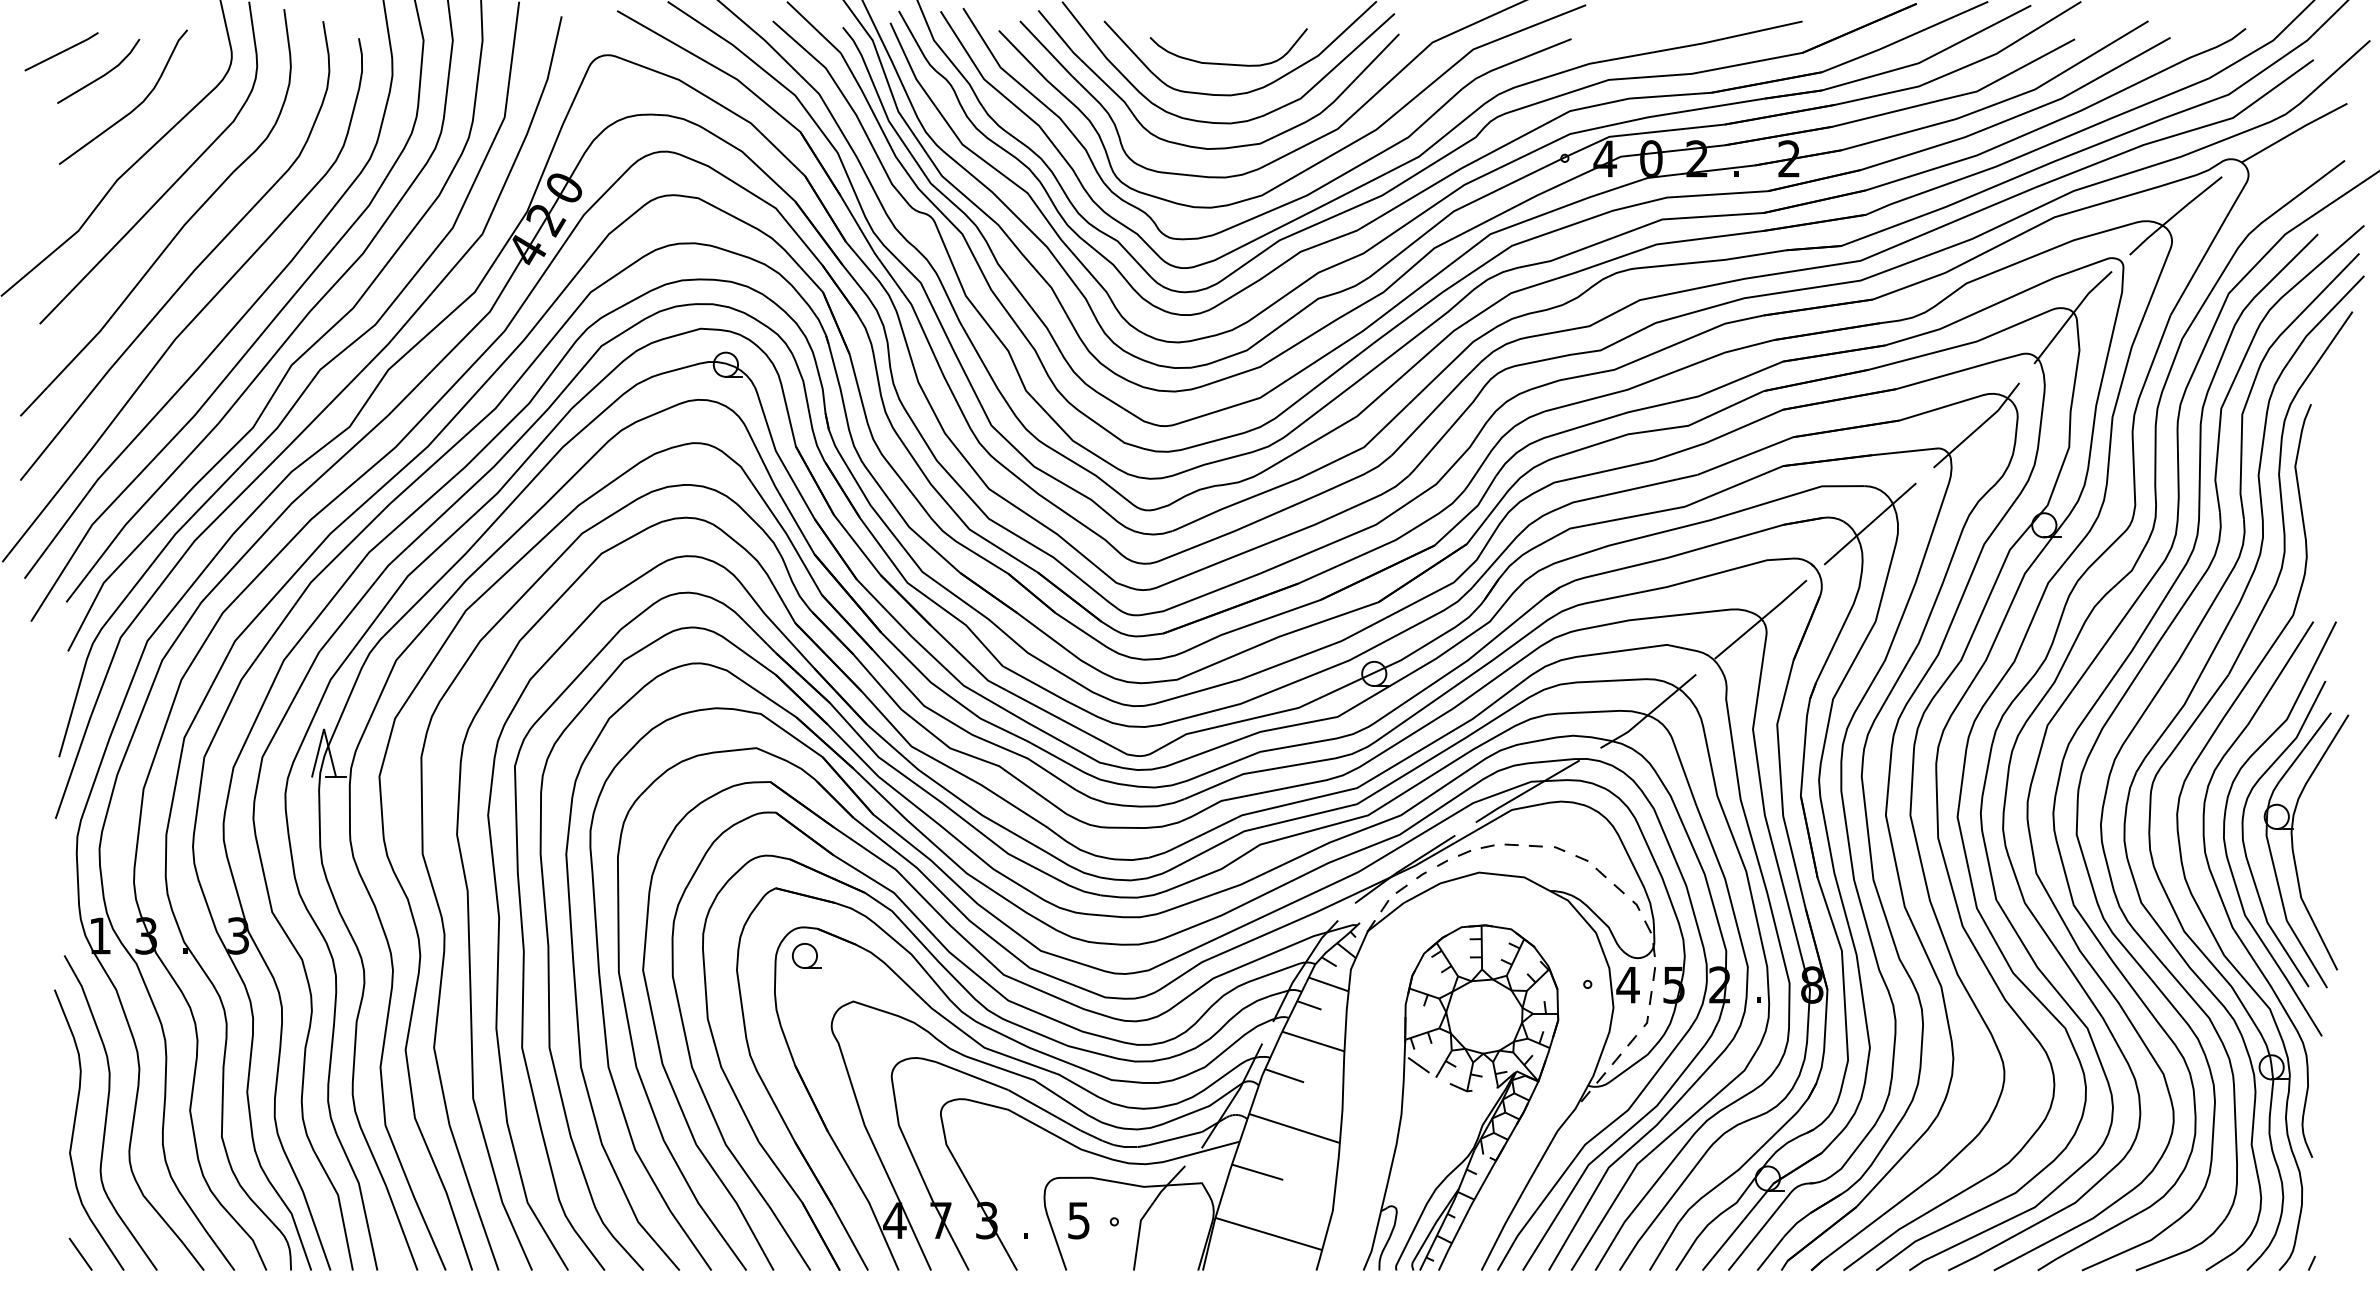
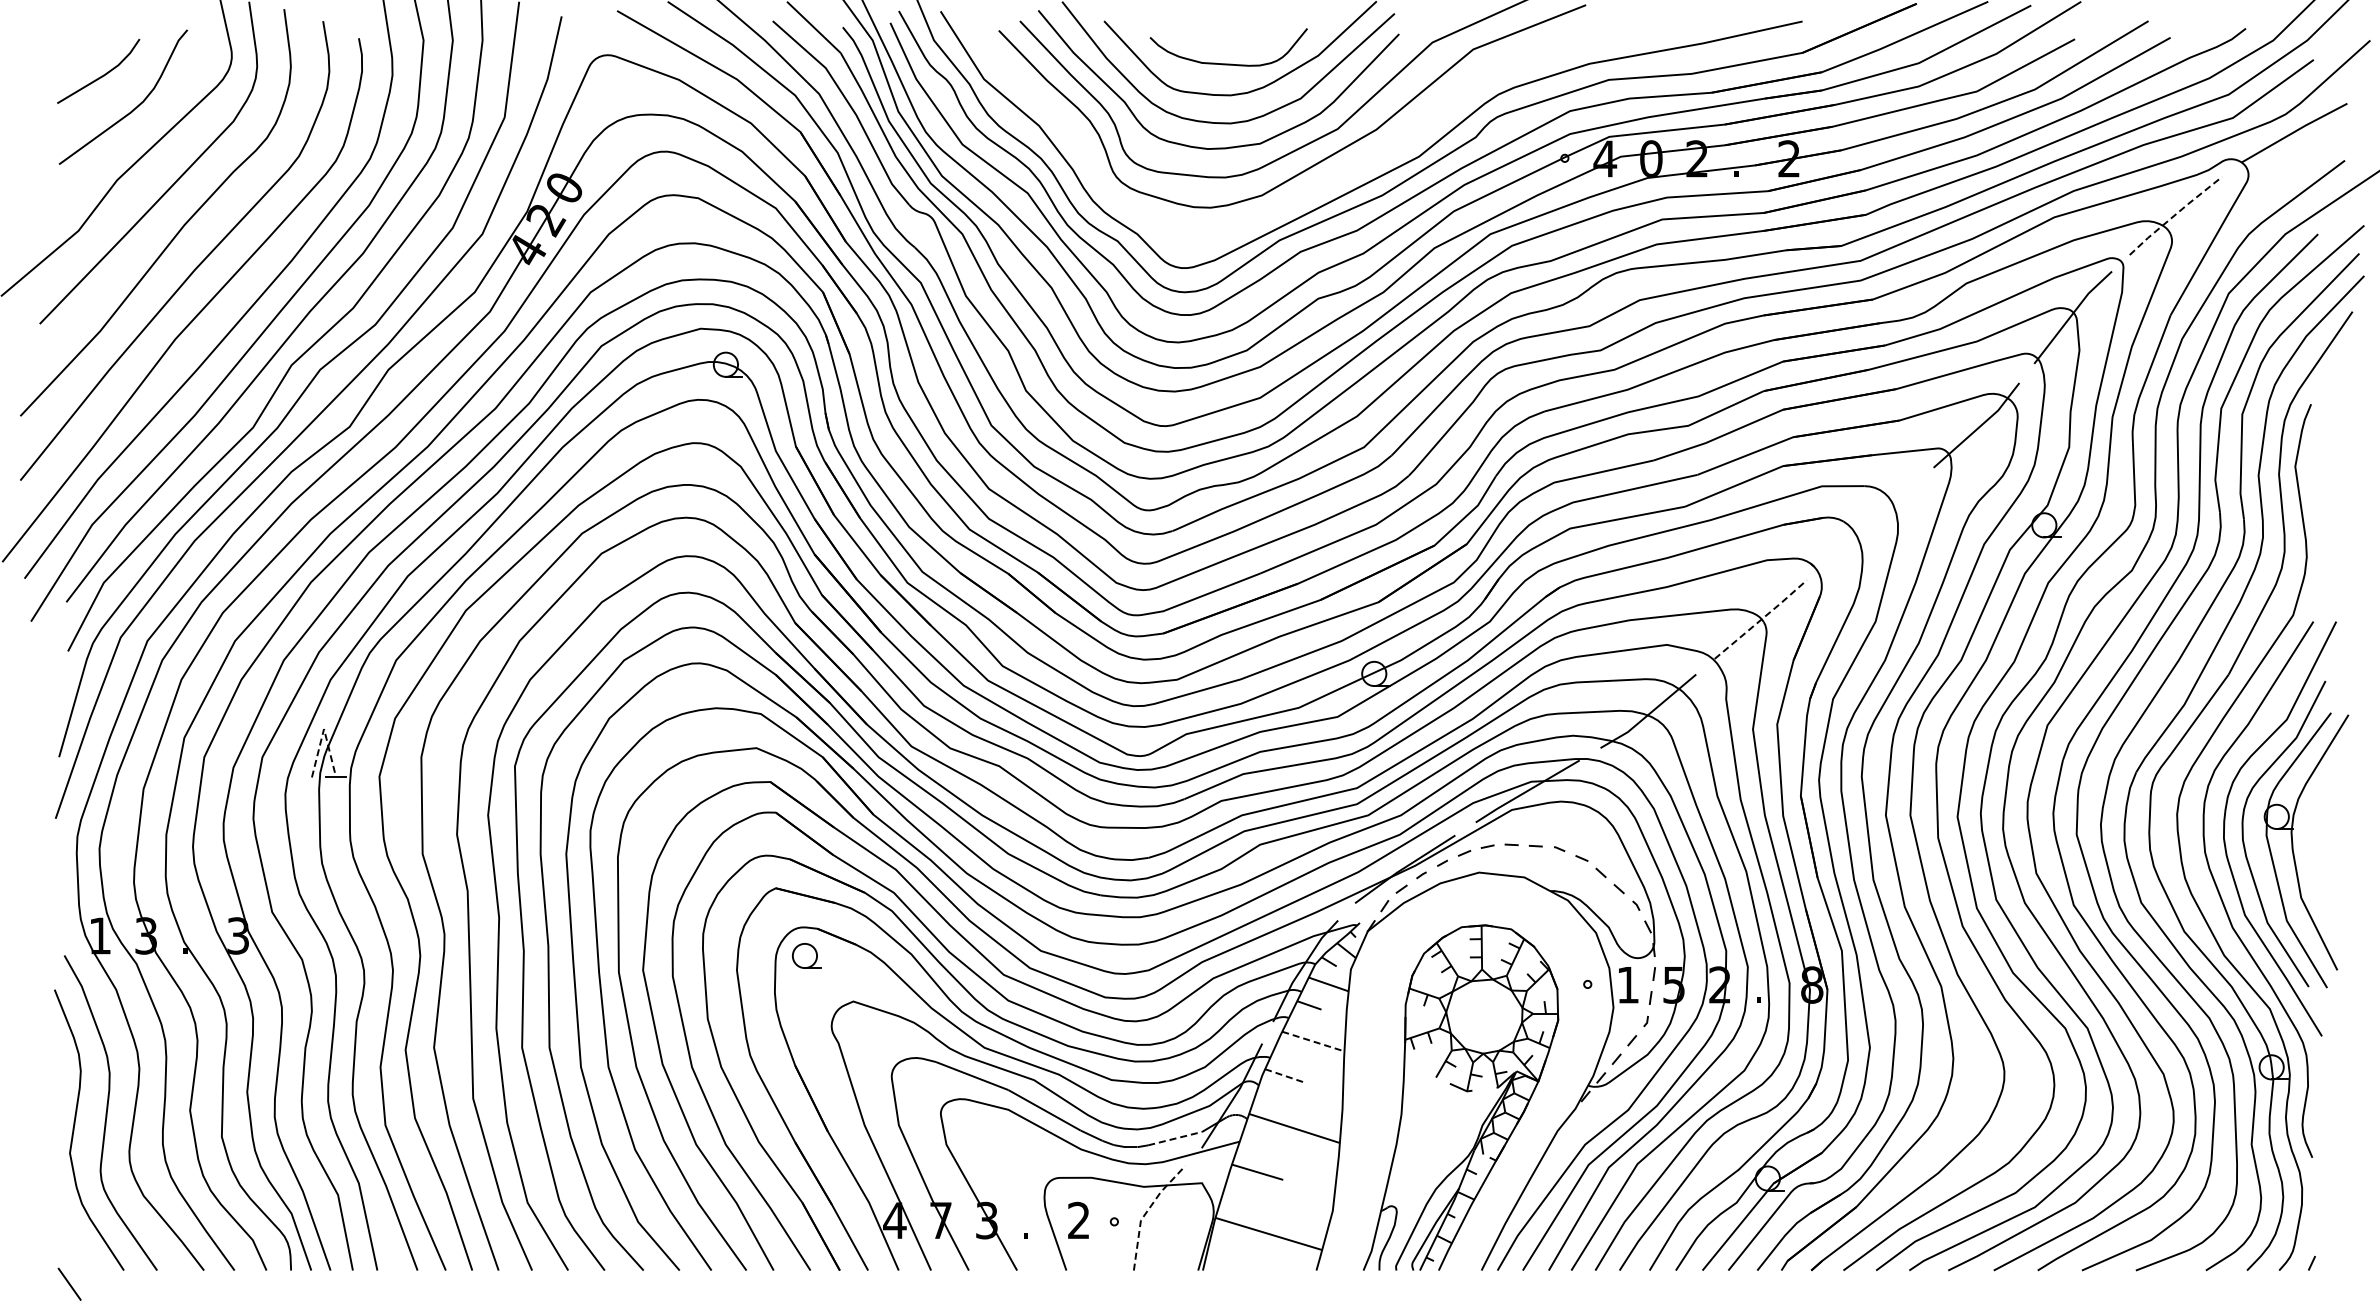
line at (61, 51): present -> none
curve at (1301, 196): present -> none
line at (2175, 215): solid -> dashed
line at (1869, 523): present -> none
line at (1762, 619): solid -> dashed
line at (324, 729): solid -> dashed
text at (1627, 985): 4 -> 1
line at (1313, 1041): solid -> dashed
line at (1418, 1065): present -> none
line at (1284, 1075): solid -> dashed
line at (1175, 1138): solid -> dashed
line at (1146, 1212): solid -> dashed
text at (1078, 1220): 5 -> 2
line at (80, 1253) position: (80, 1253) -> (69, 1283)
